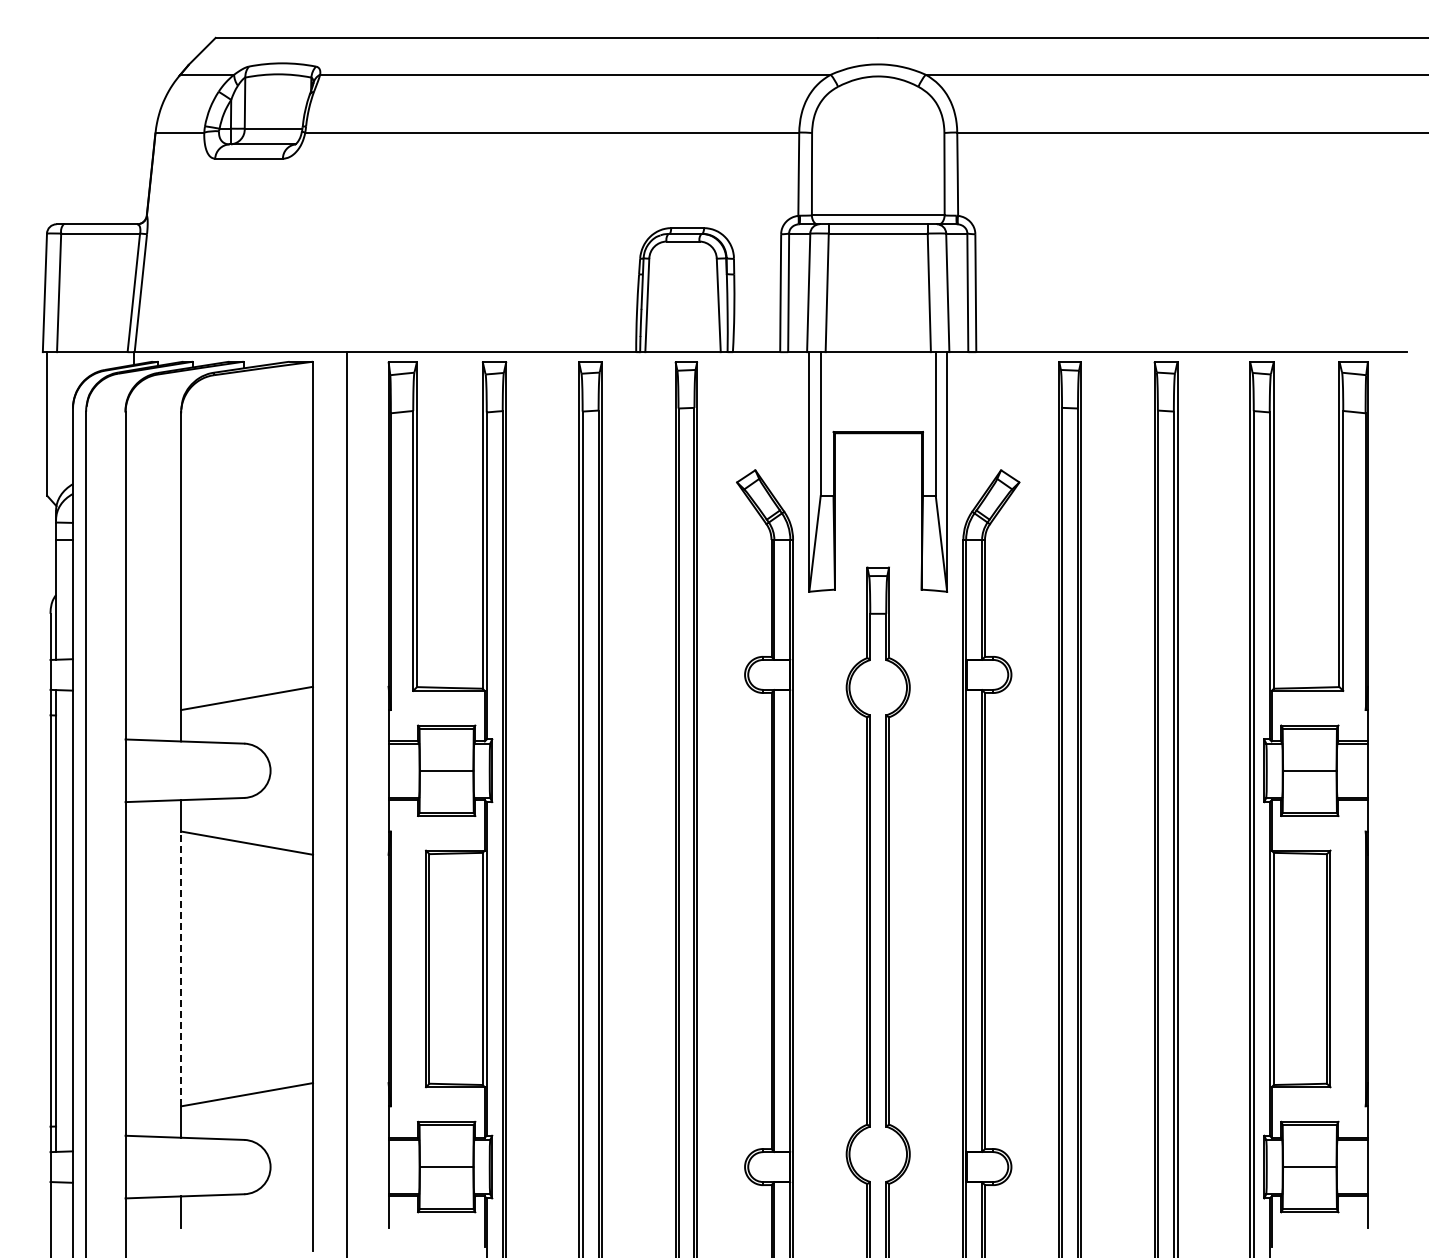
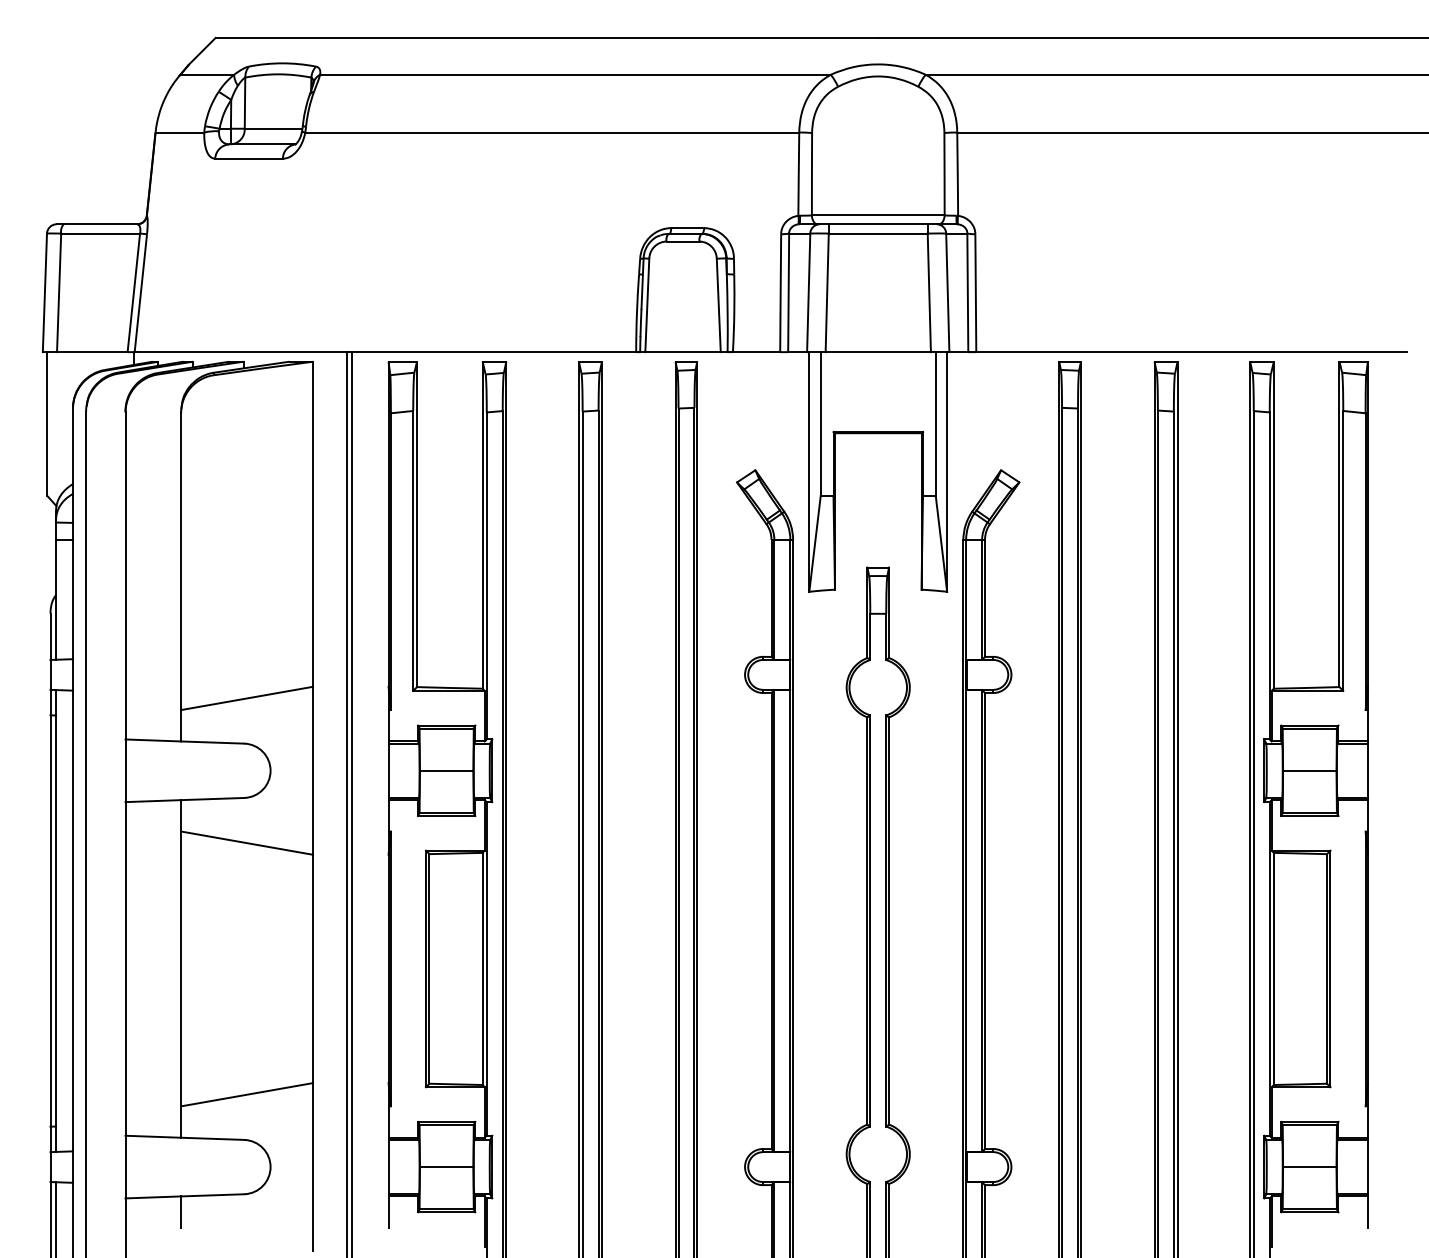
line at (352, 803): none -> present
line at (181, 968): dashed -> solid
line at (56, 1218): none -> present
